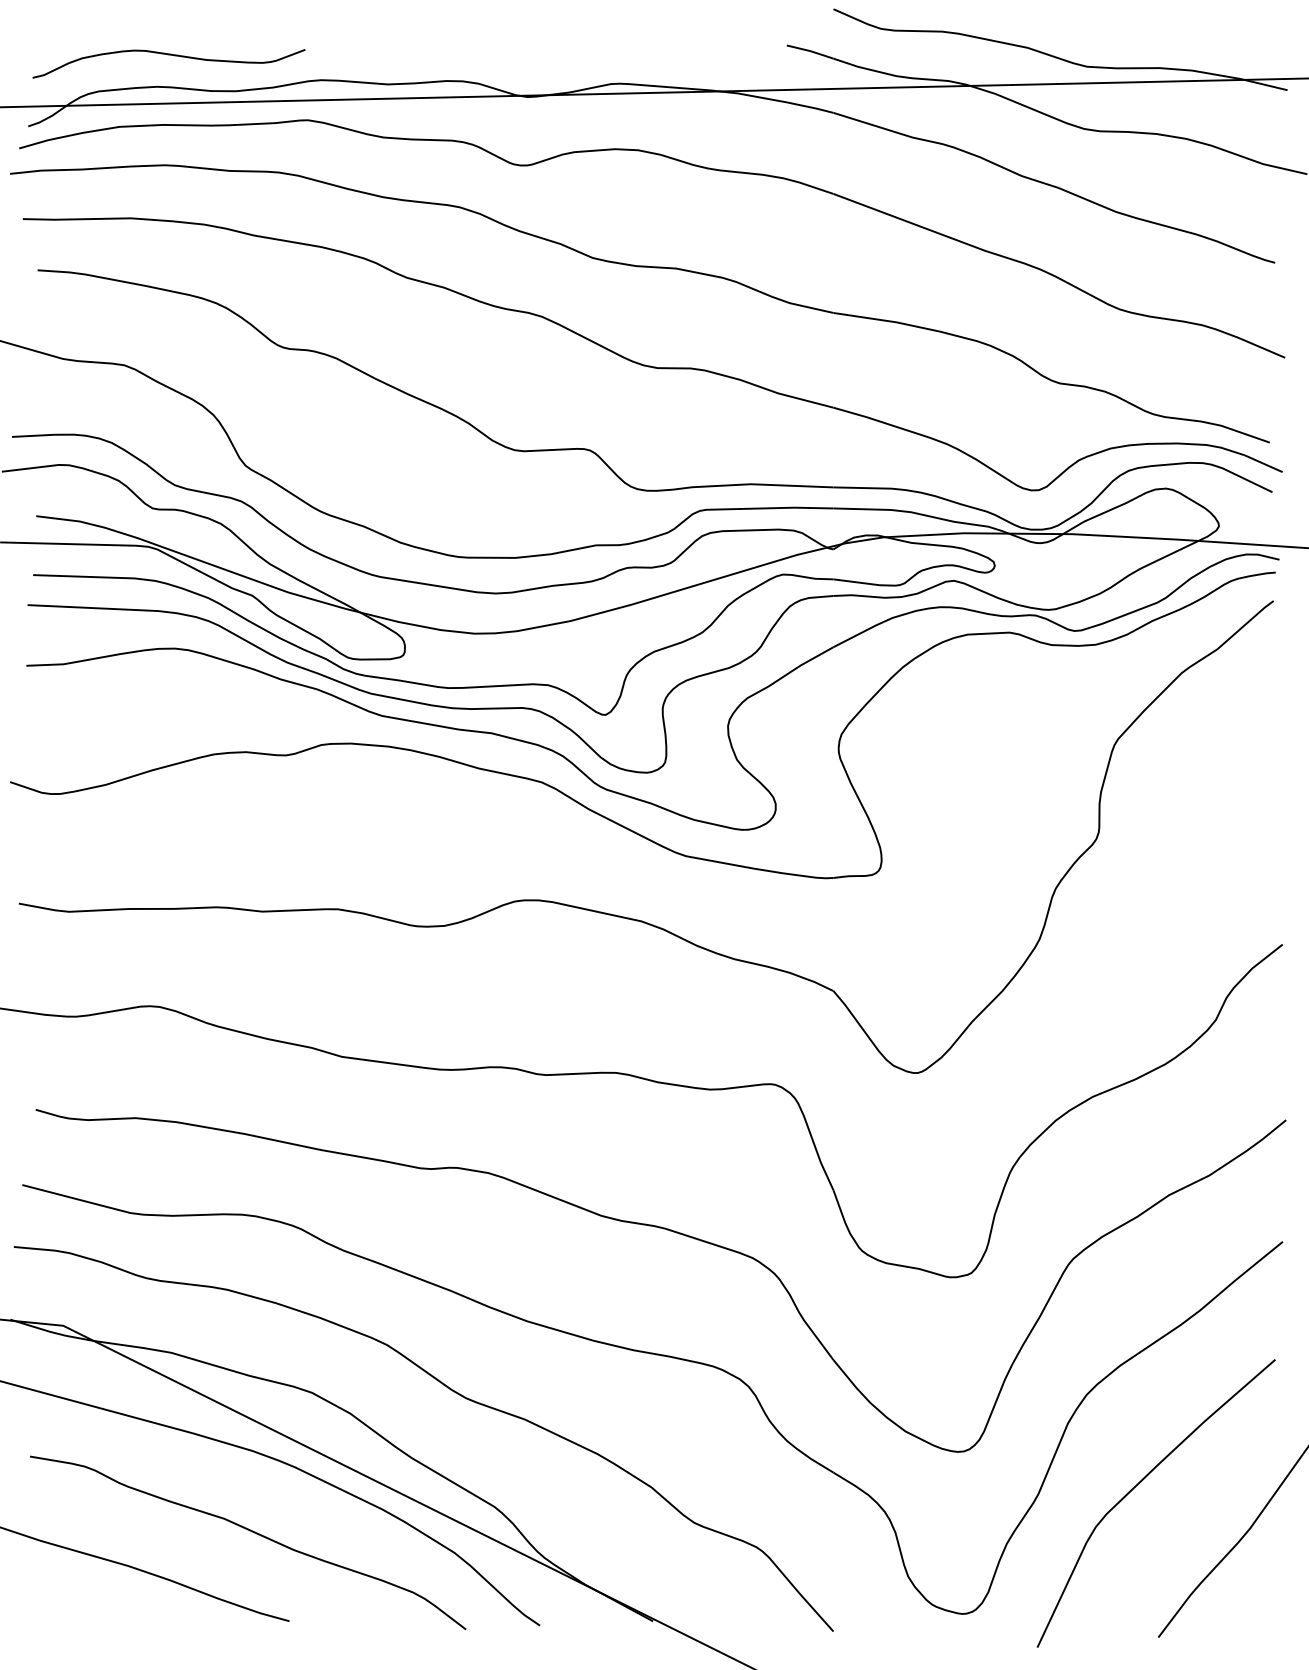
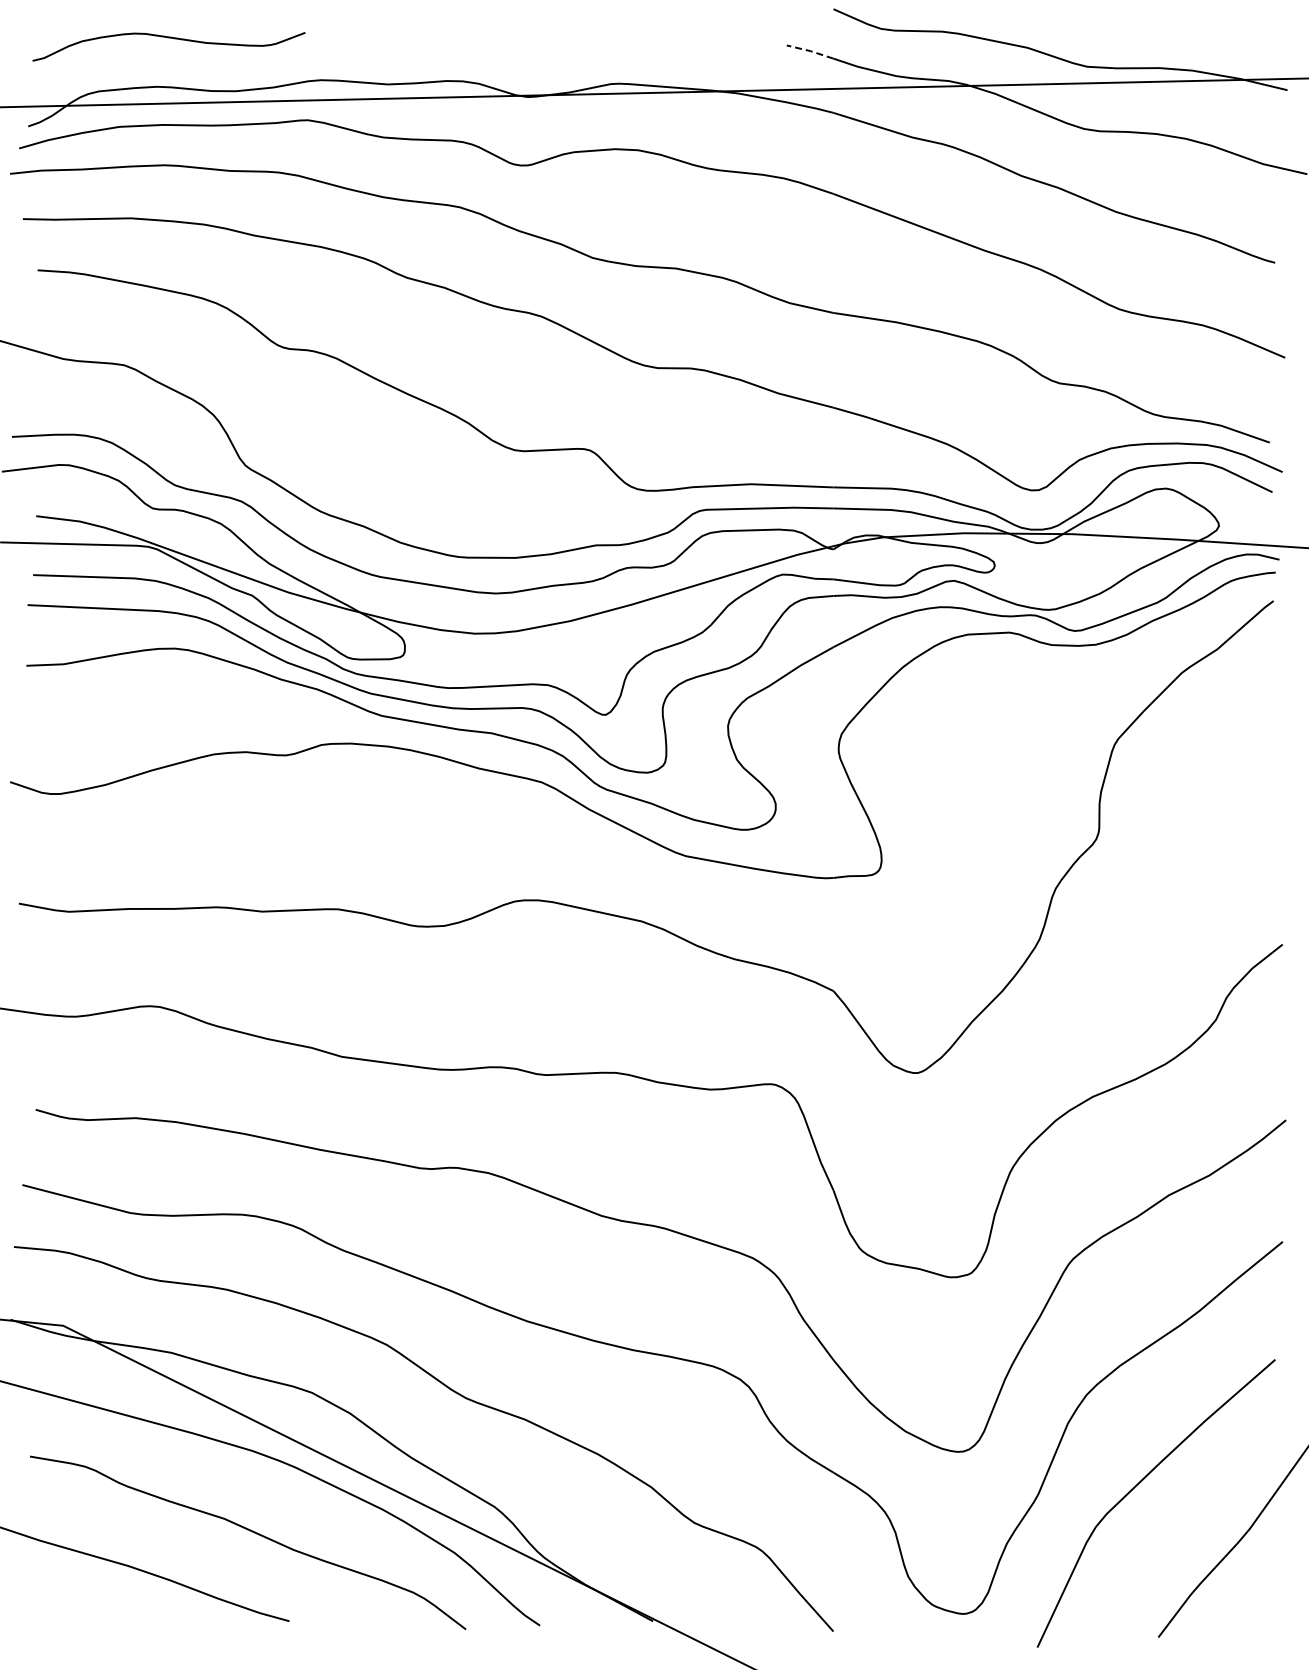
line at (810, 51): solid -> dashed
curve at (168, 55) position: (168, 55) -> (168, 38)
